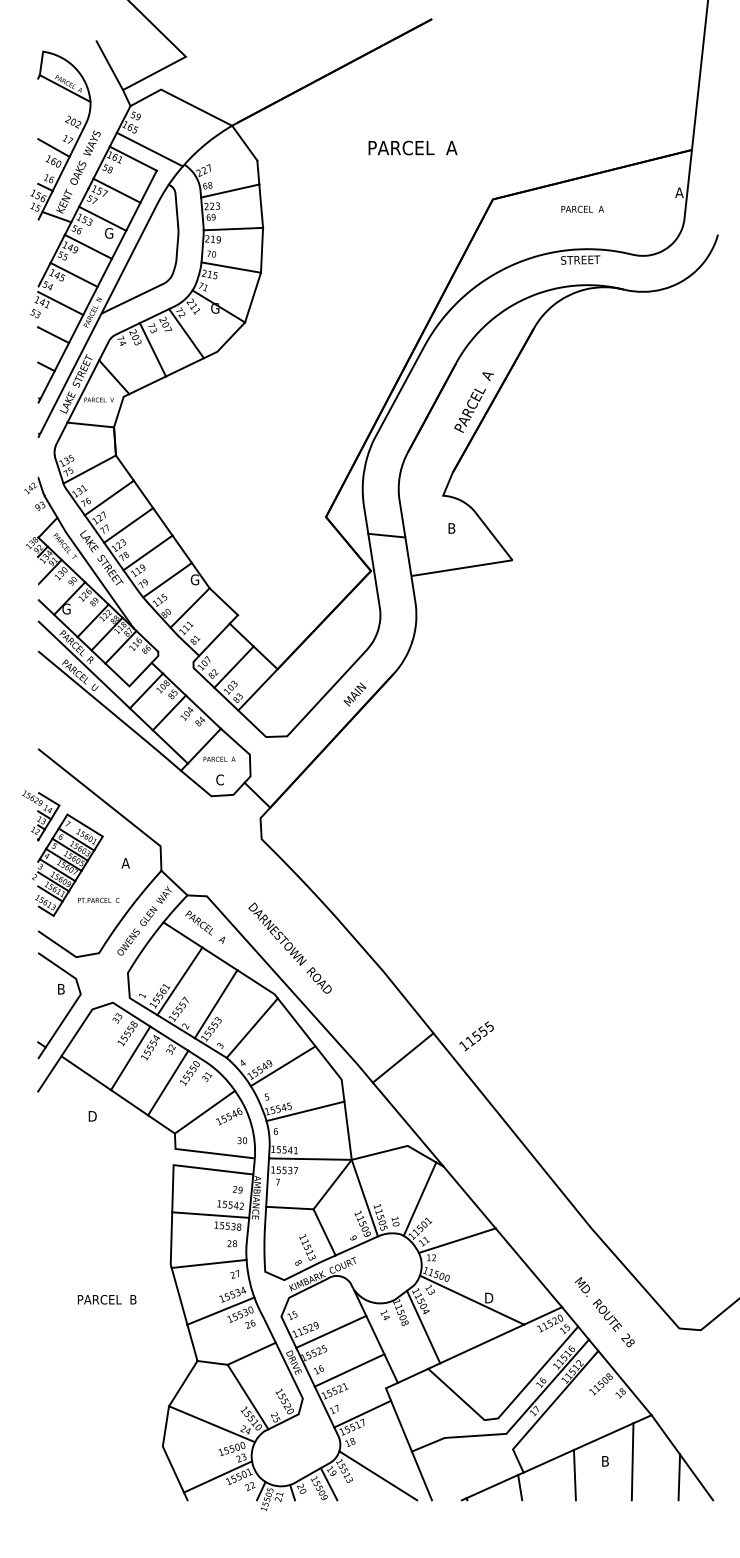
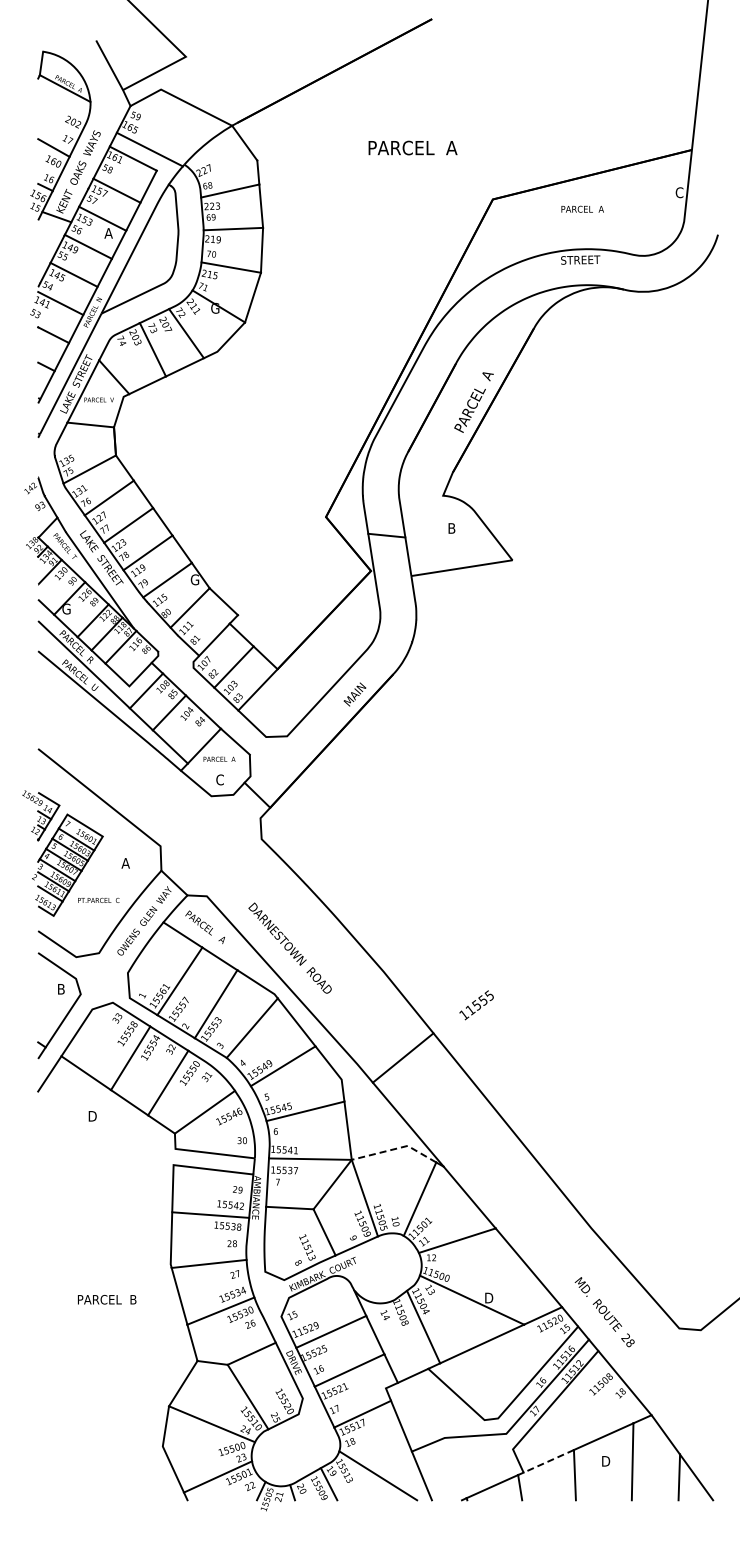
text at (679, 192): A -> C
text at (108, 233): G -> A
text at (476, 1036) position: (476, 1036) -> (476, 1005)
line at (396, 1148): solid -> dashed
line at (548, 1461): solid -> dashed
text at (606, 1461): B -> D
